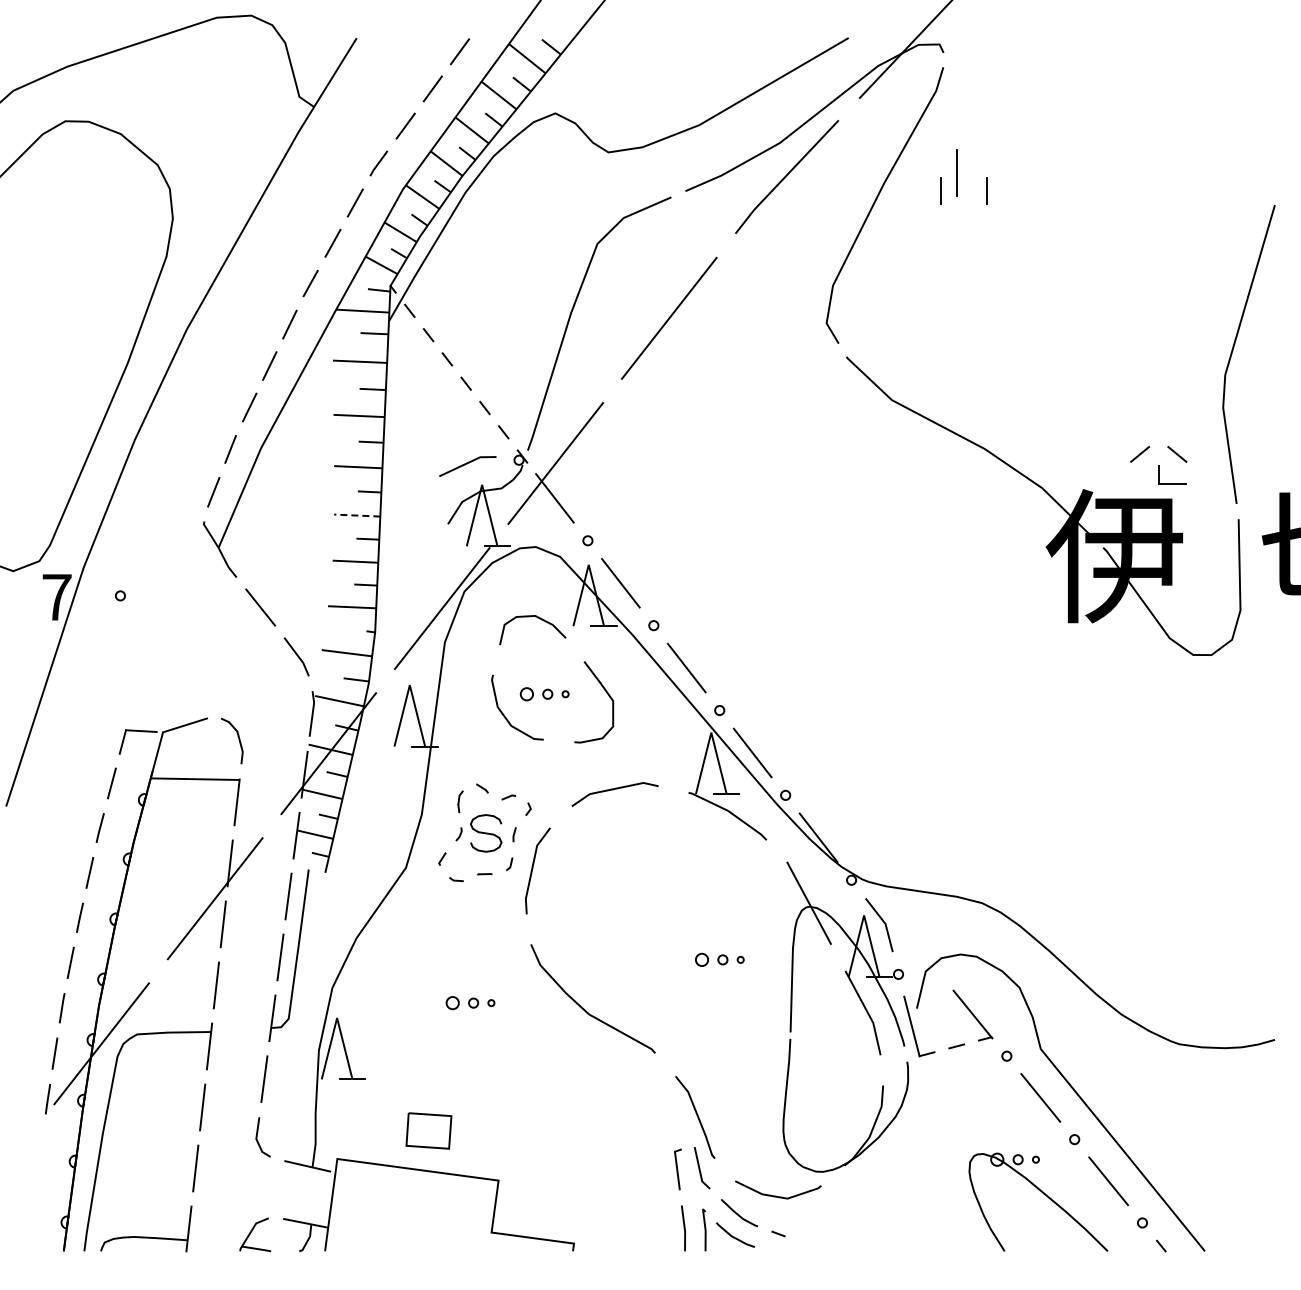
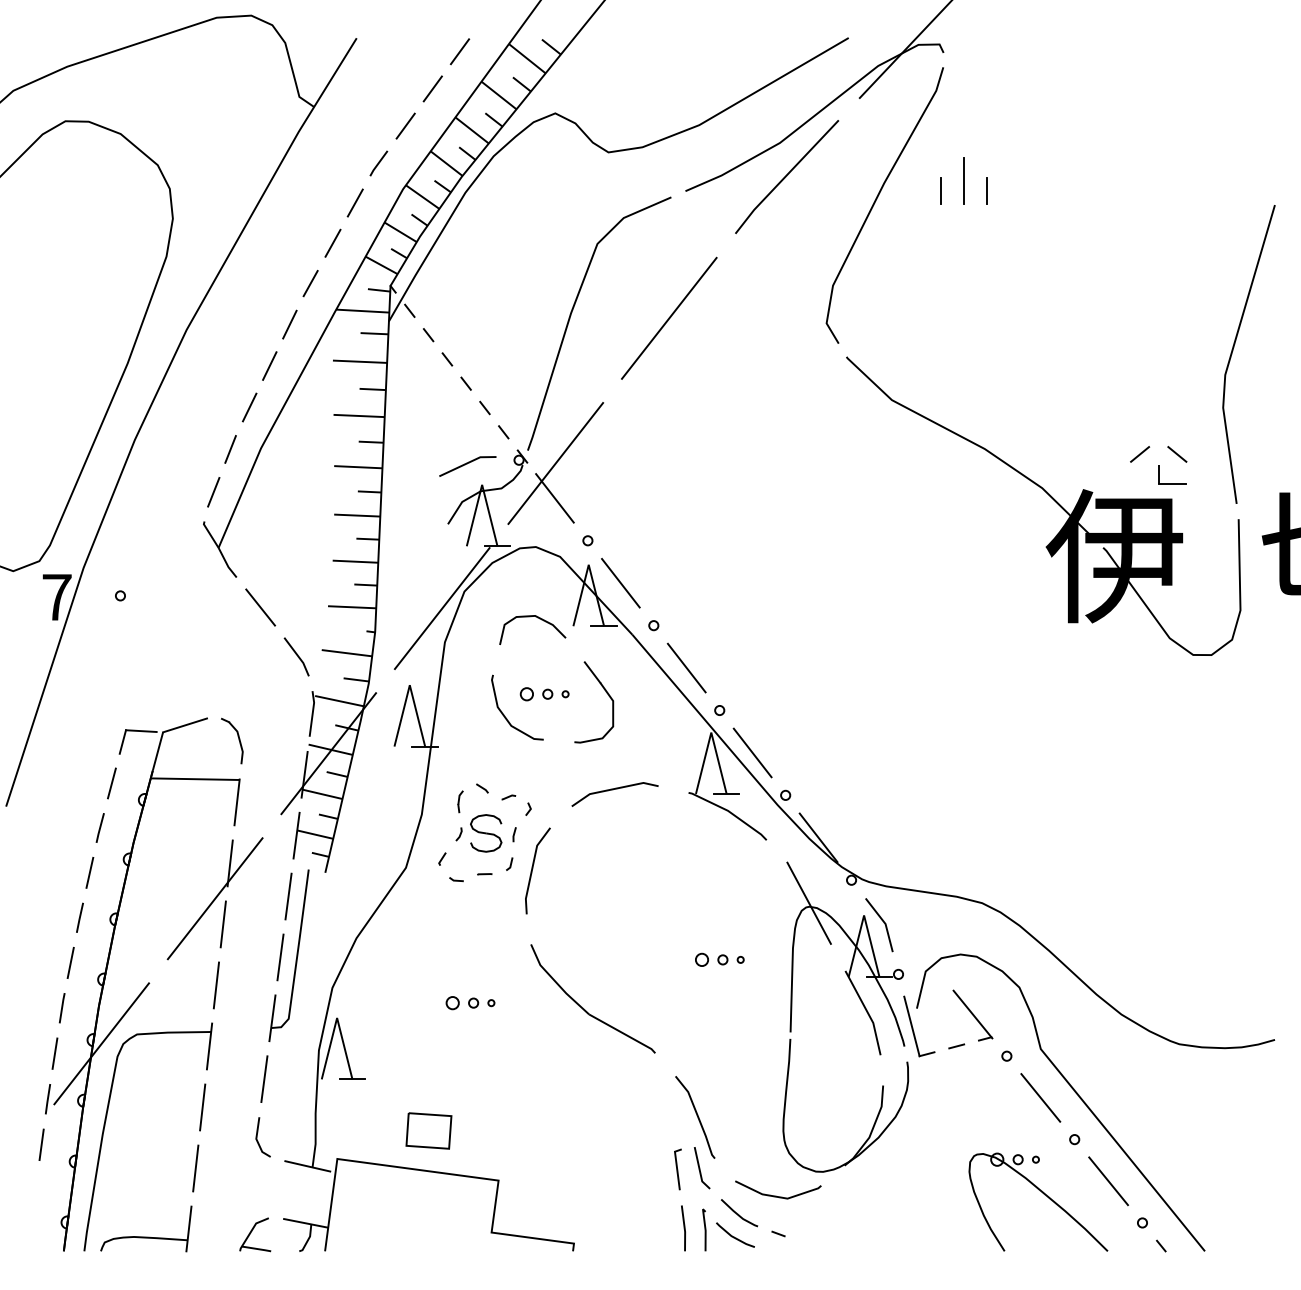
line at (956, 172) position: (956, 172) -> (963, 180)
line at (356, 515): dashed -> solid
line at (41, 1144): none -> present
